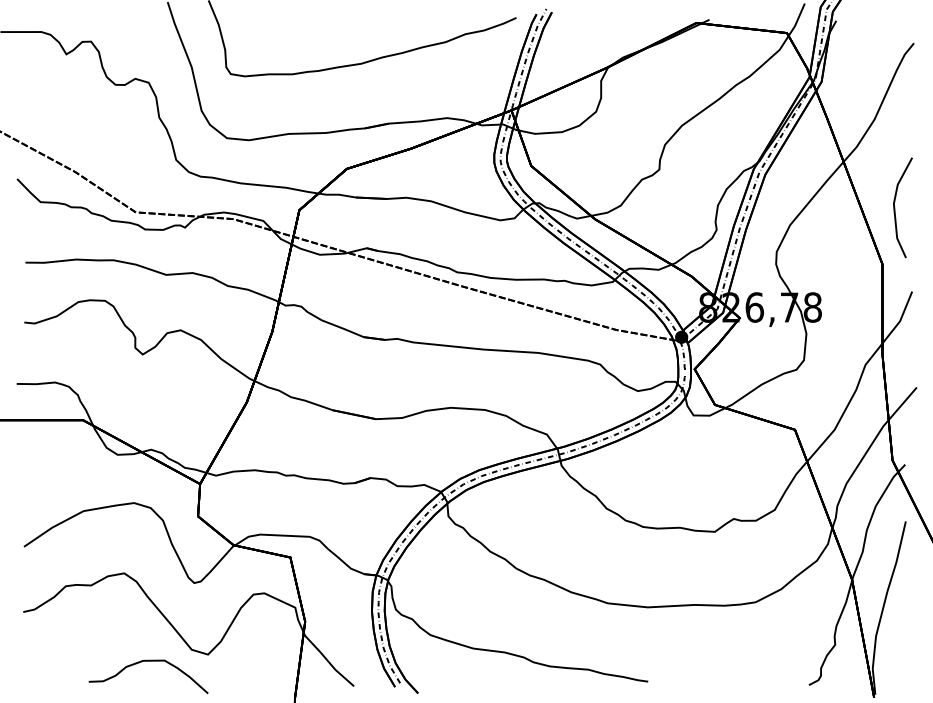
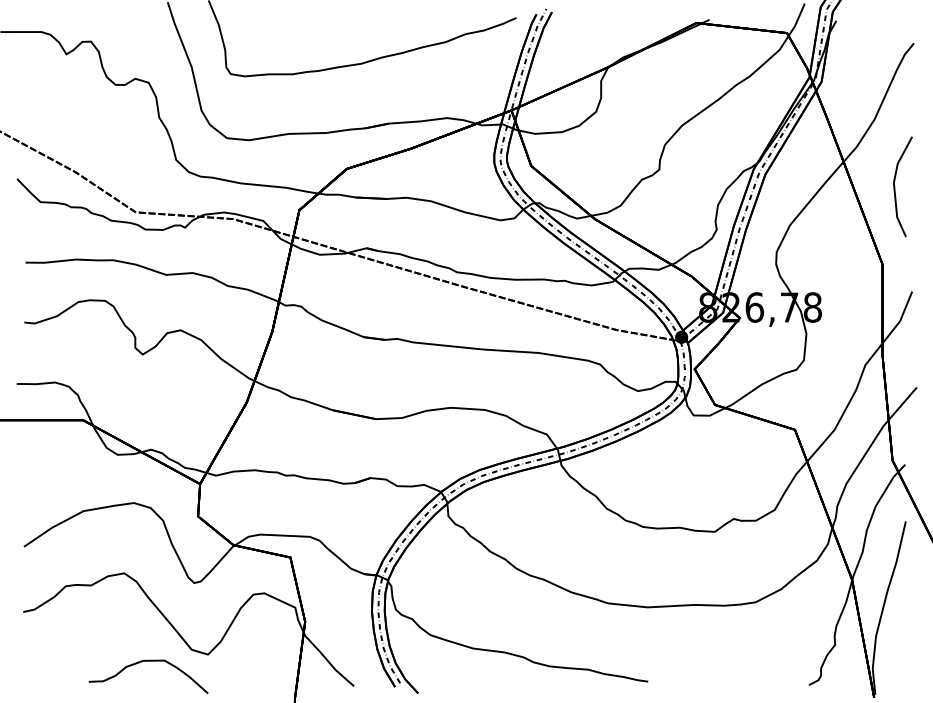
line at (895, 207) position: (895, 207) -> (895, 186)
